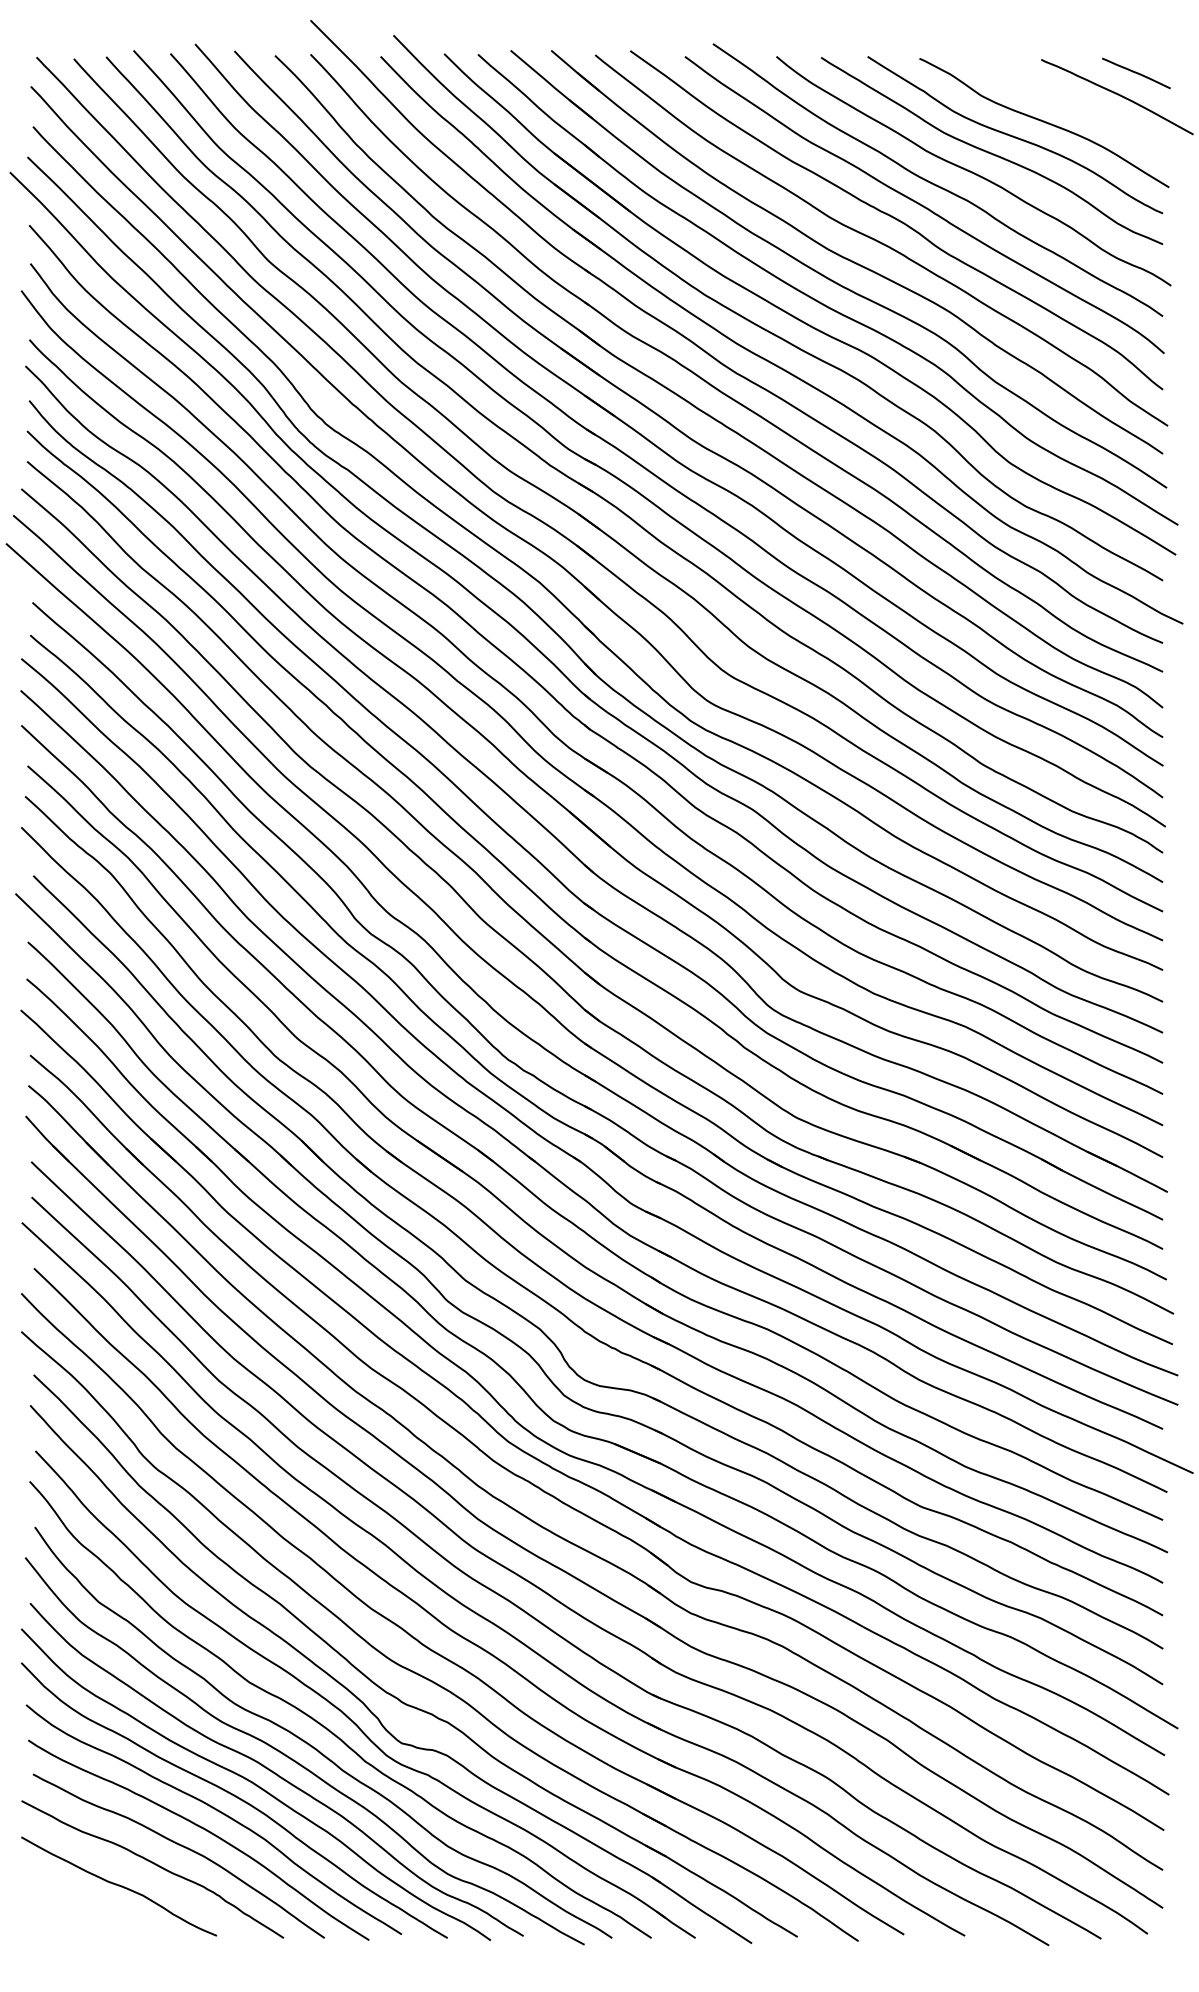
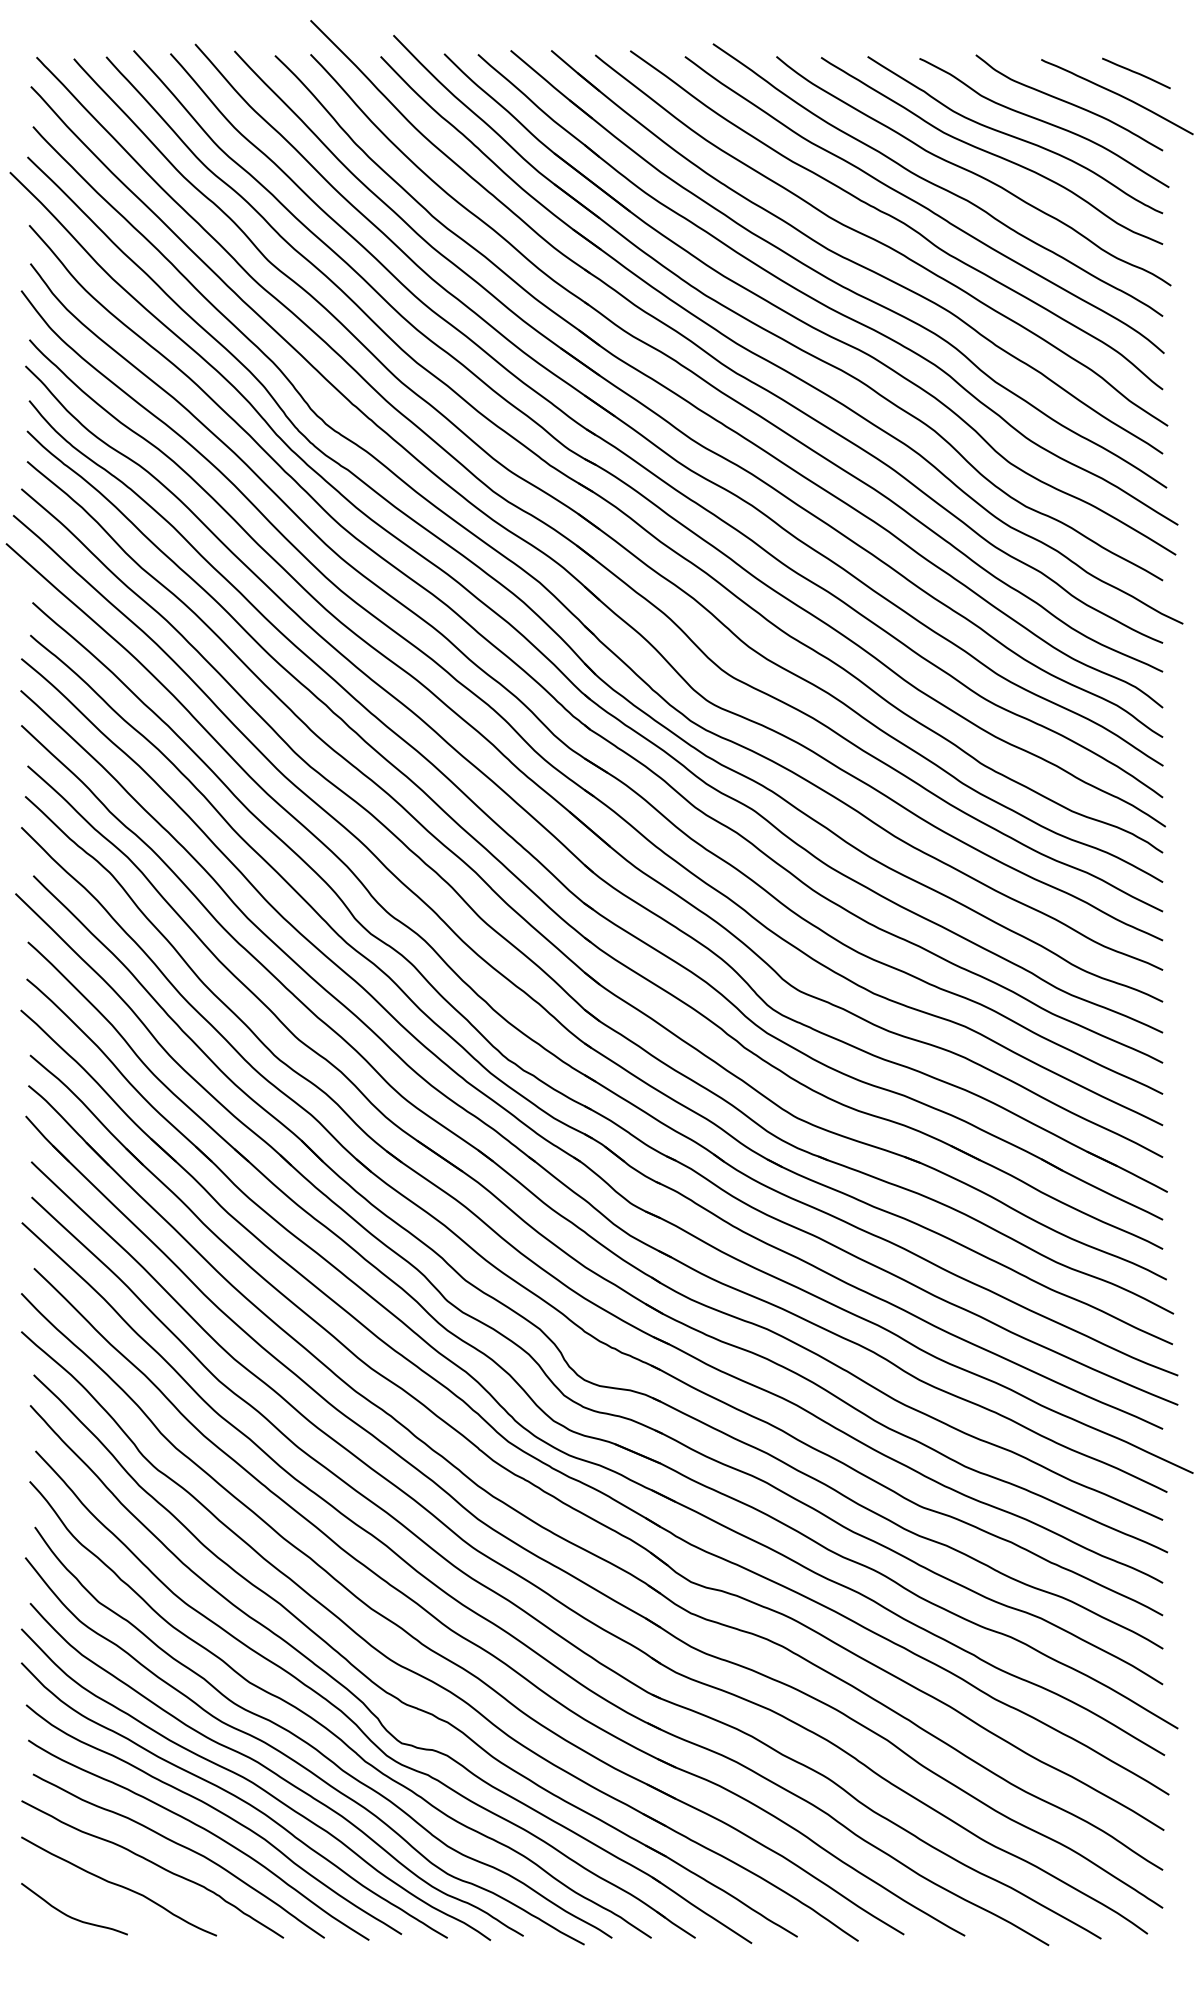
curve at (1069, 102): none -> present
curve at (71, 1916): none -> present
